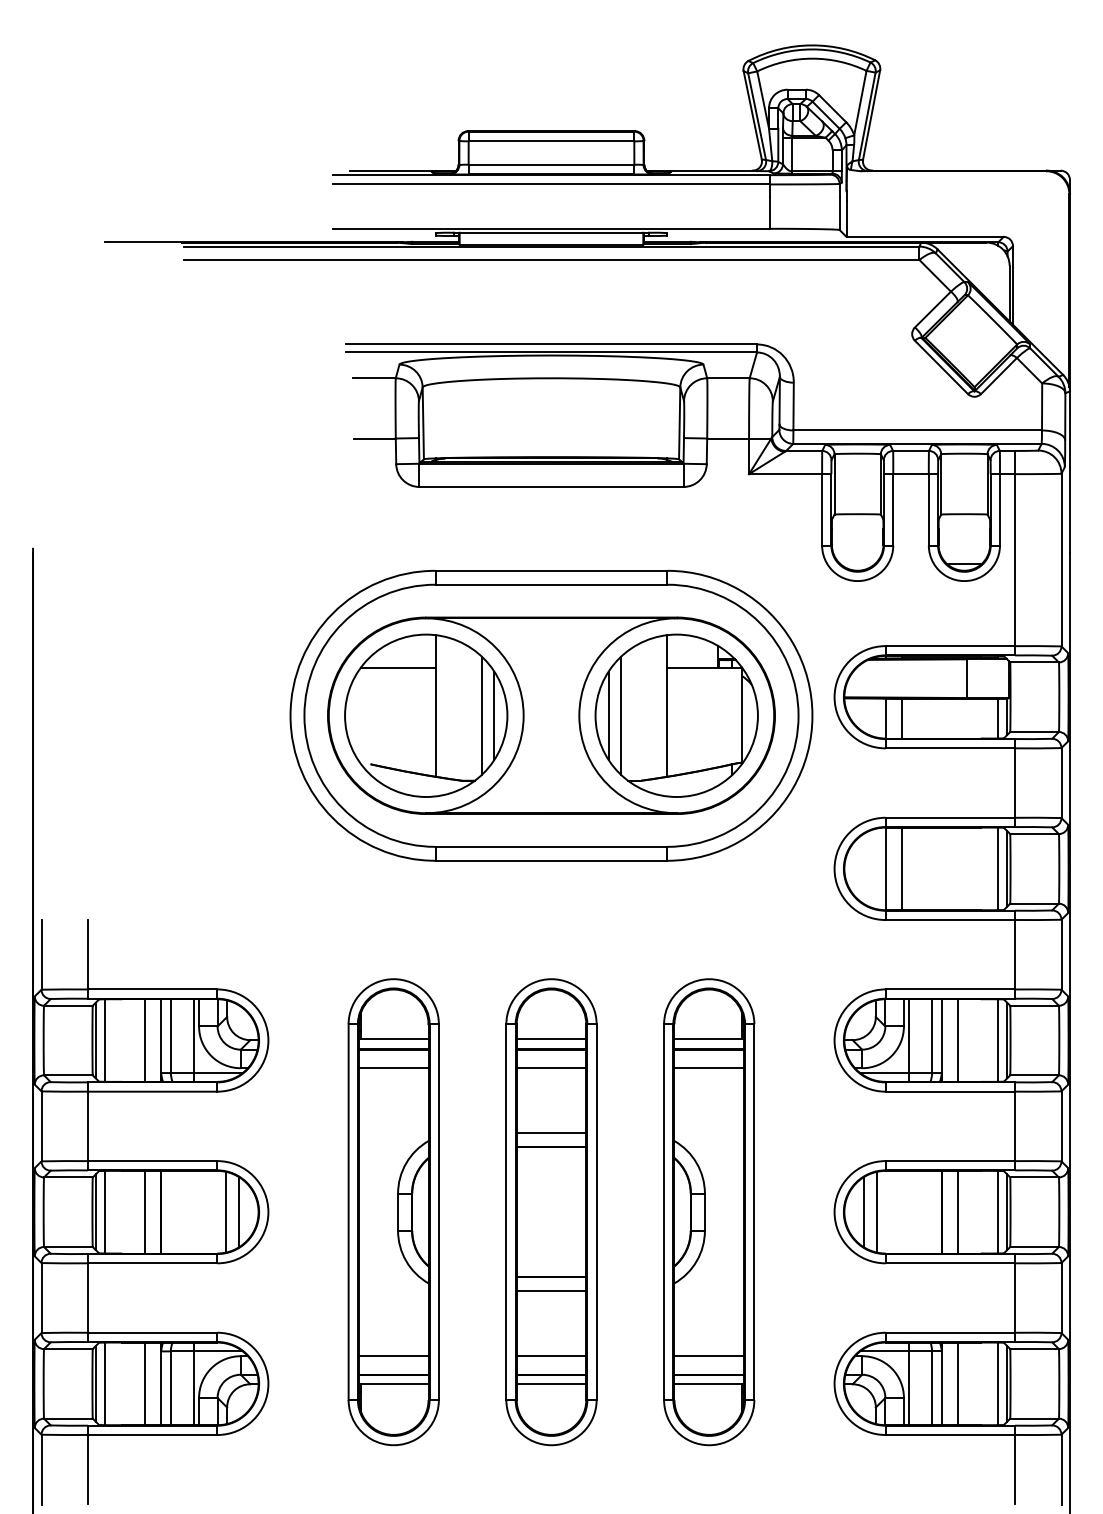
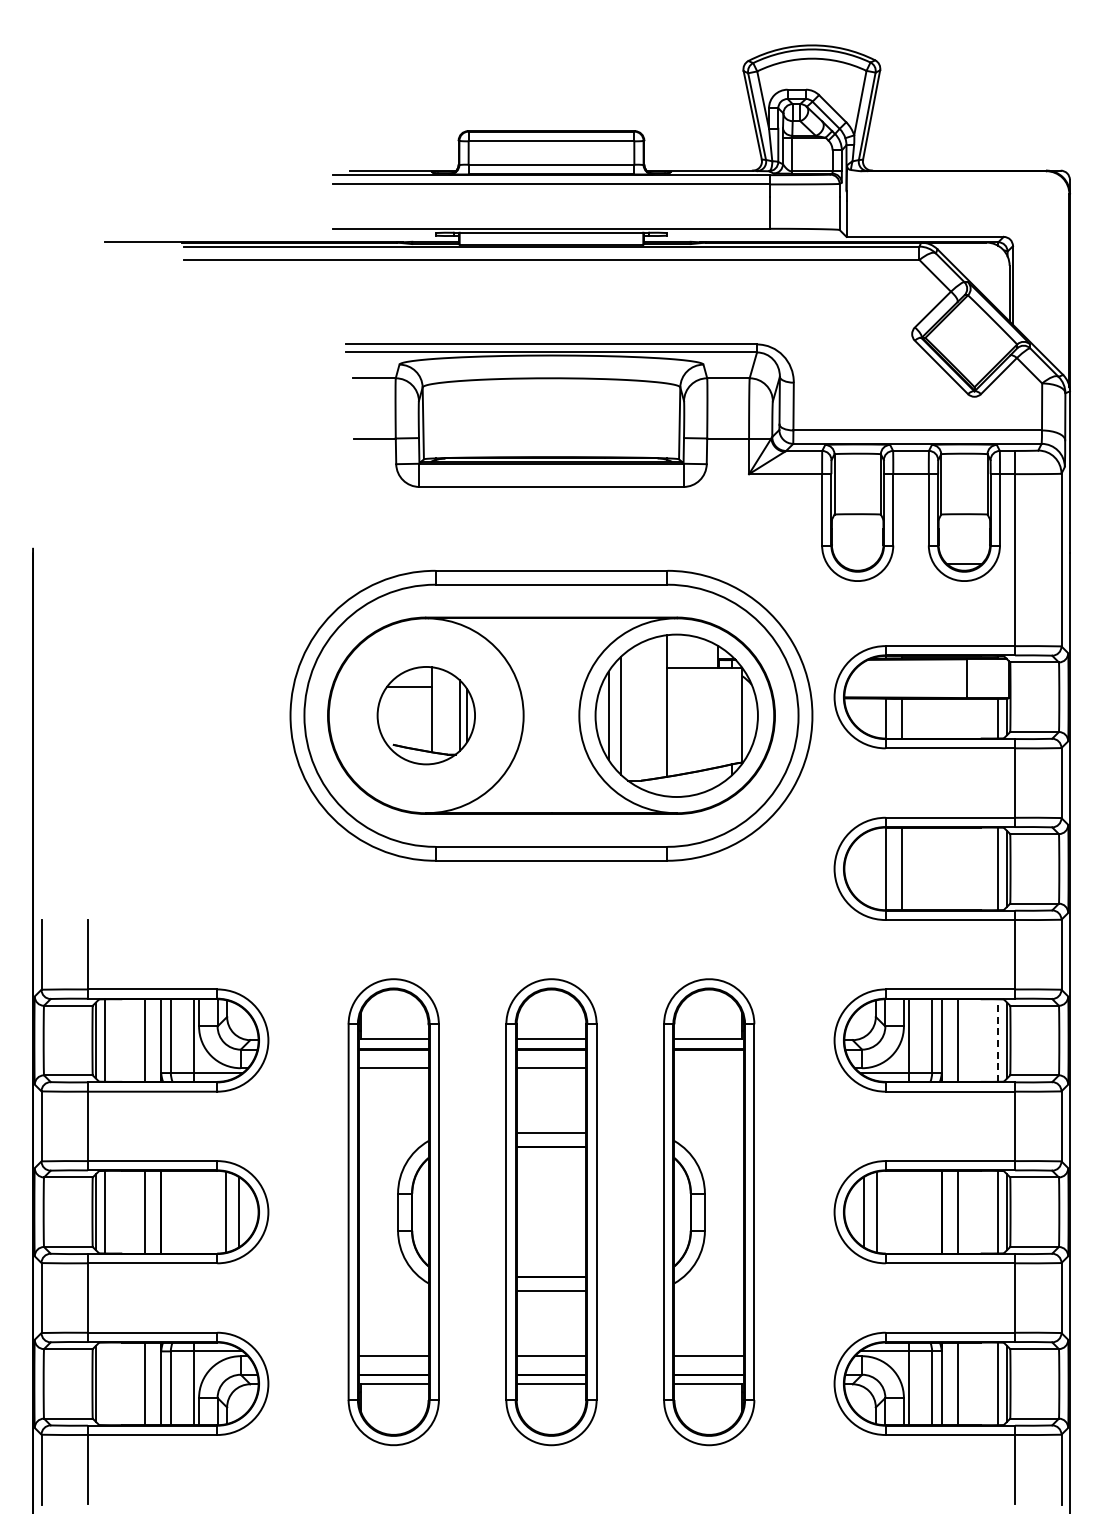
part at (426, 715) size: 165x165 px -> 100x100 px
line at (997, 1040): solid -> dashed
line at (709, 1068): present -> none
line at (105, 1383): present -> none
